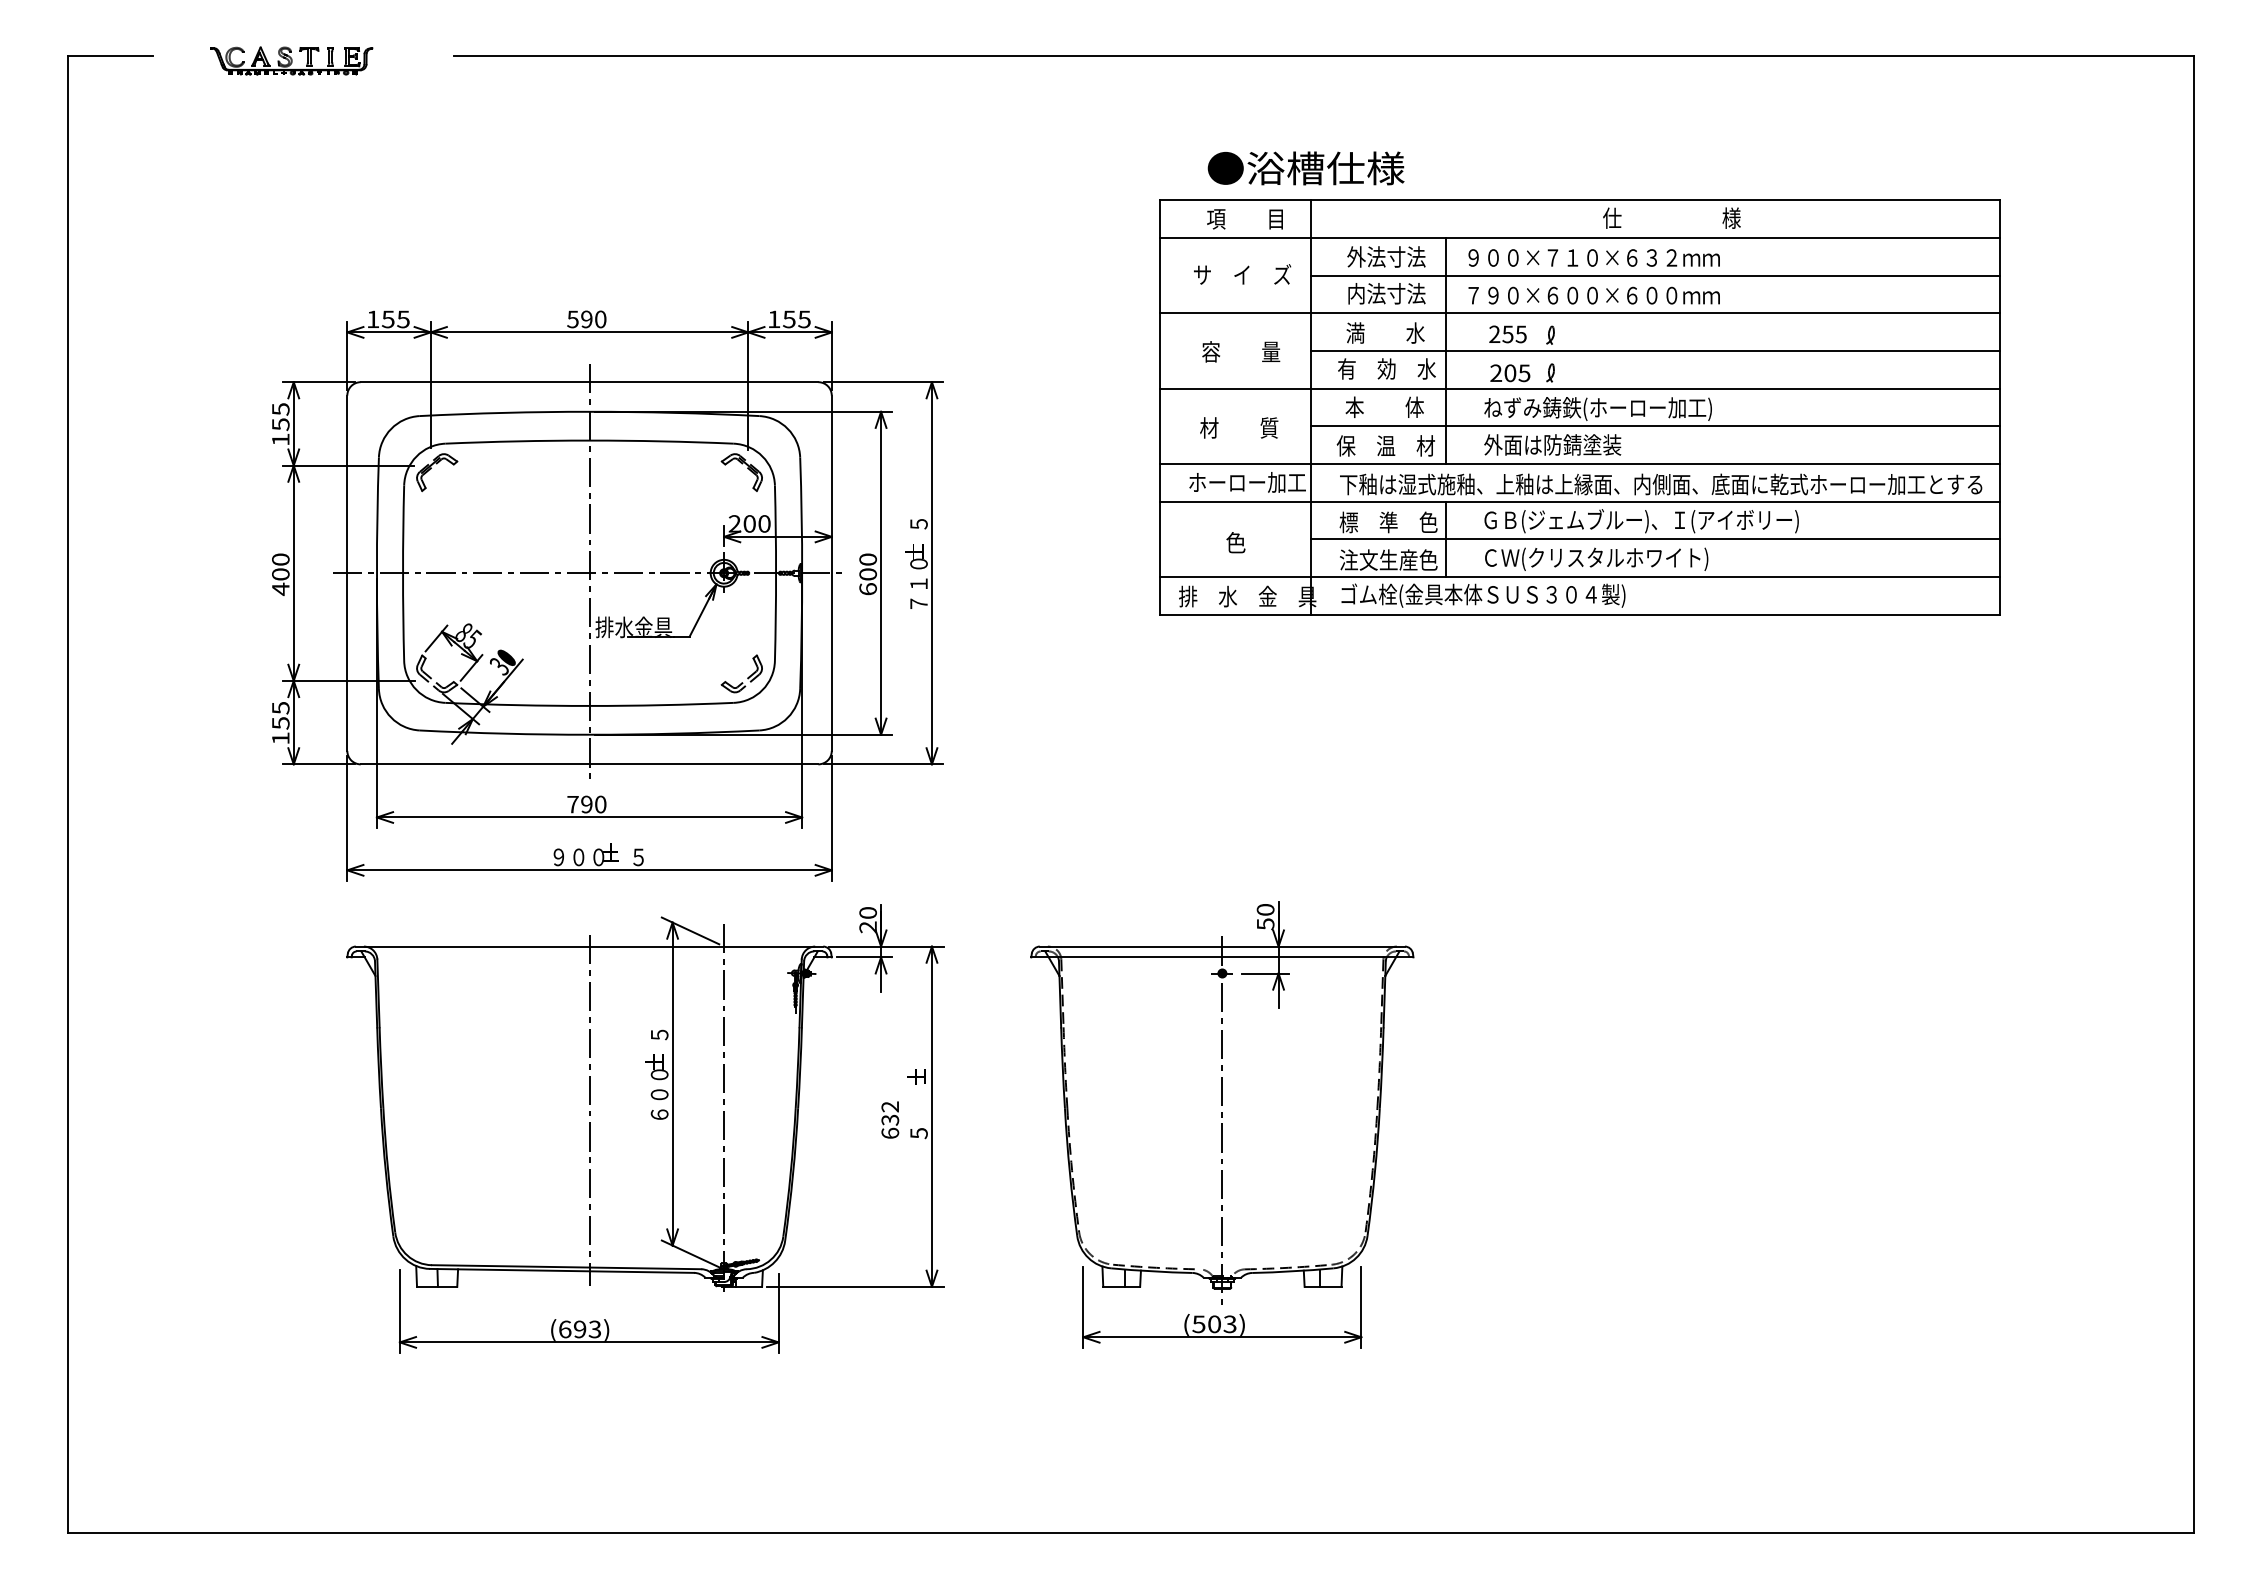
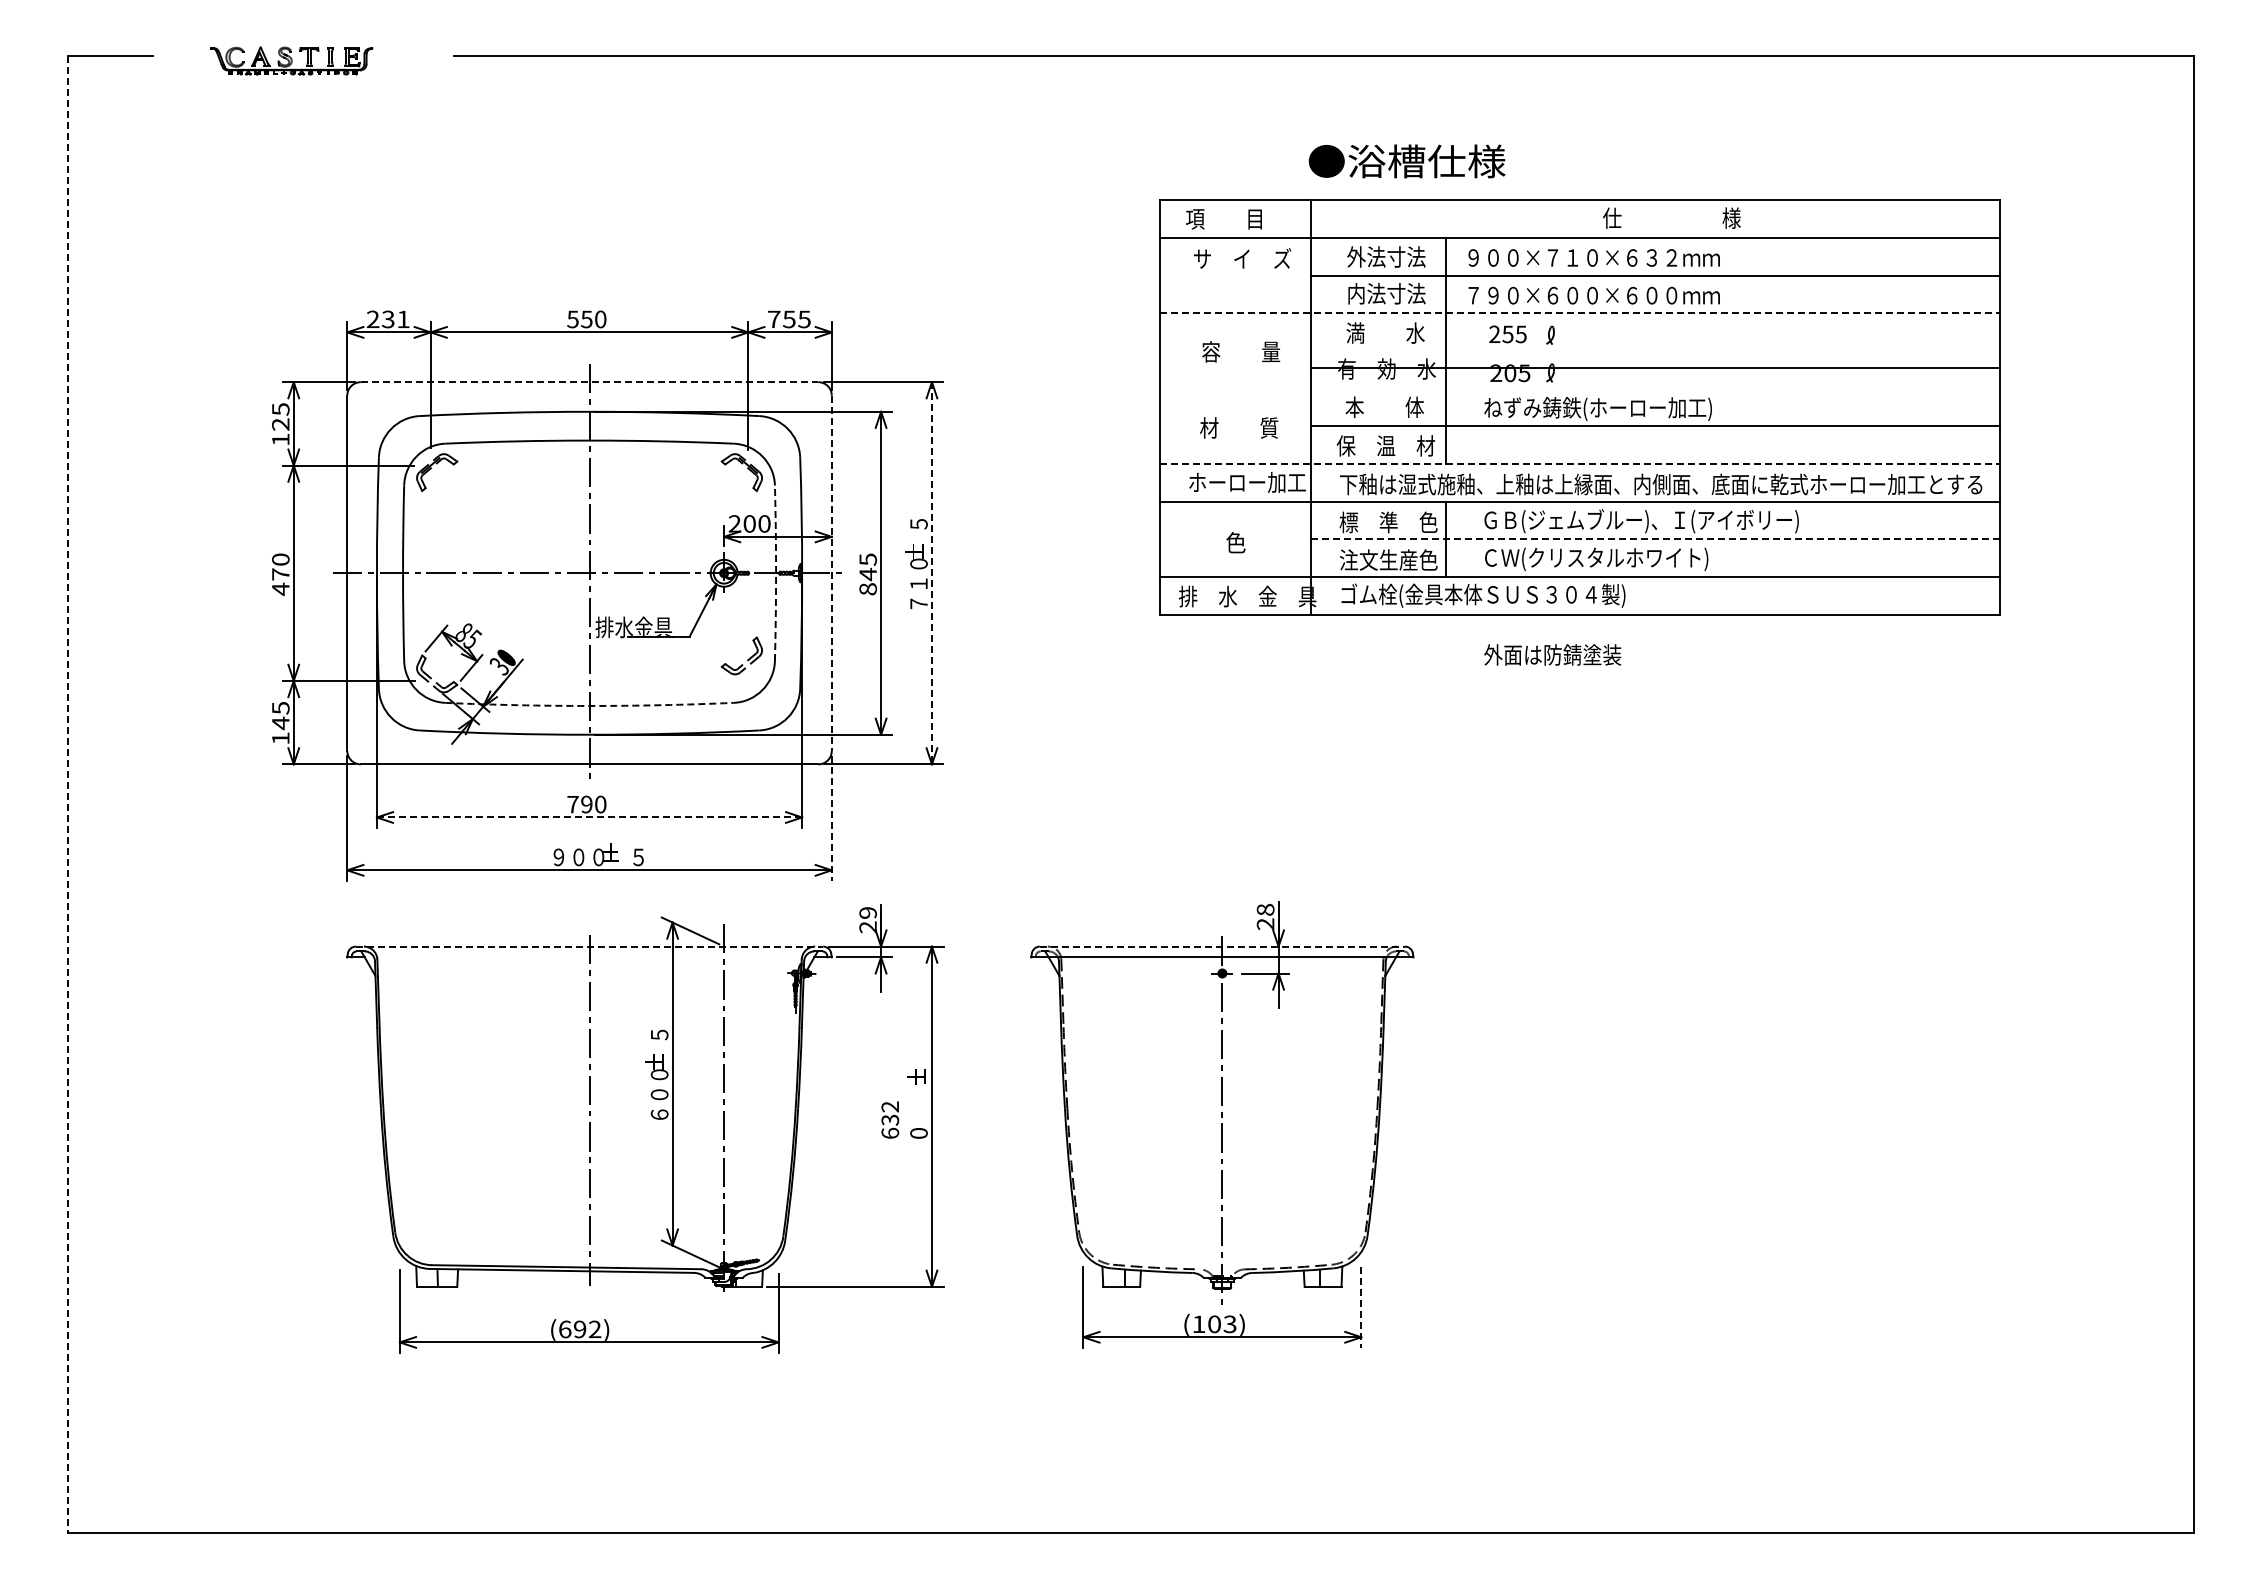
text at (1305, 168) position: (1305, 168) -> (1406, 161)
text at (1244, 219) position: (1244, 219) -> (1223, 219)
text at (1242, 274) position: (1242, 274) -> (1242, 258)
line at (1580, 313): solid -> dashed
text at (774, 318): 155 -> 755
text at (387, 319): 155 -> 231
text at (586, 319): 590 -> 550
line at (1655, 351) position: (1655, 351) -> (1655, 368)
line at (589, 382): solid -> dashed
line at (1580, 388): present -> none
text at (280, 424): 155 -> 125
text at (1552, 444) position: (1552, 444) -> (1552, 654)
line at (1580, 464): solid -> dashed
line at (1655, 539): solid -> dashed
arc at (776, 573): solid -> dashed
line at (831, 573): solid -> dashed
line at (931, 573): solid -> dashed
text at (280, 574): 400 -> 470
text at (867, 574): 600 -> 845
part at (747, 677) position: (747, 677) -> (747, 659)
arc at (589, 705): solid -> dashed
text at (280, 723): 155 -> 145
line at (67, 794): solid -> dashed
line at (589, 817): solid -> dashed
line at (831, 819): solid -> dashed
text at (867, 912): 20 -> 29
text at (1265, 916): 50 -> 28
line at (589, 946): solid -> dashed
line at (1222, 946): solid -> dashed
text at (918, 1133): 5 -> 0
line at (1361, 1308): solid -> dashed
text at (1198, 1324): (503) -> (103)
text at (594, 1329): (693) -> (692)
